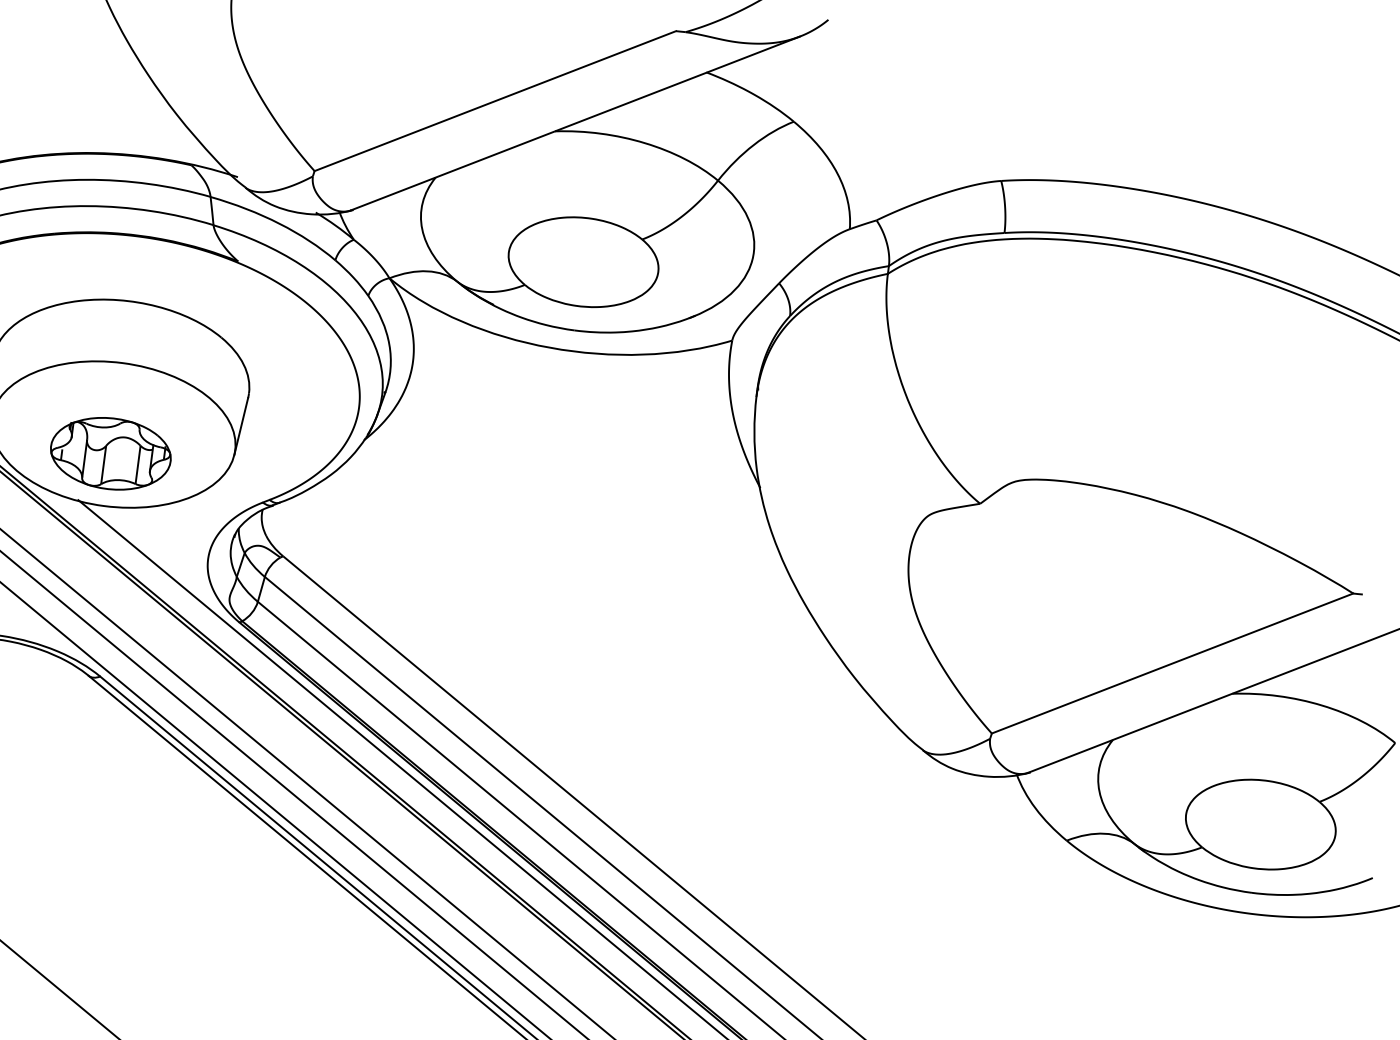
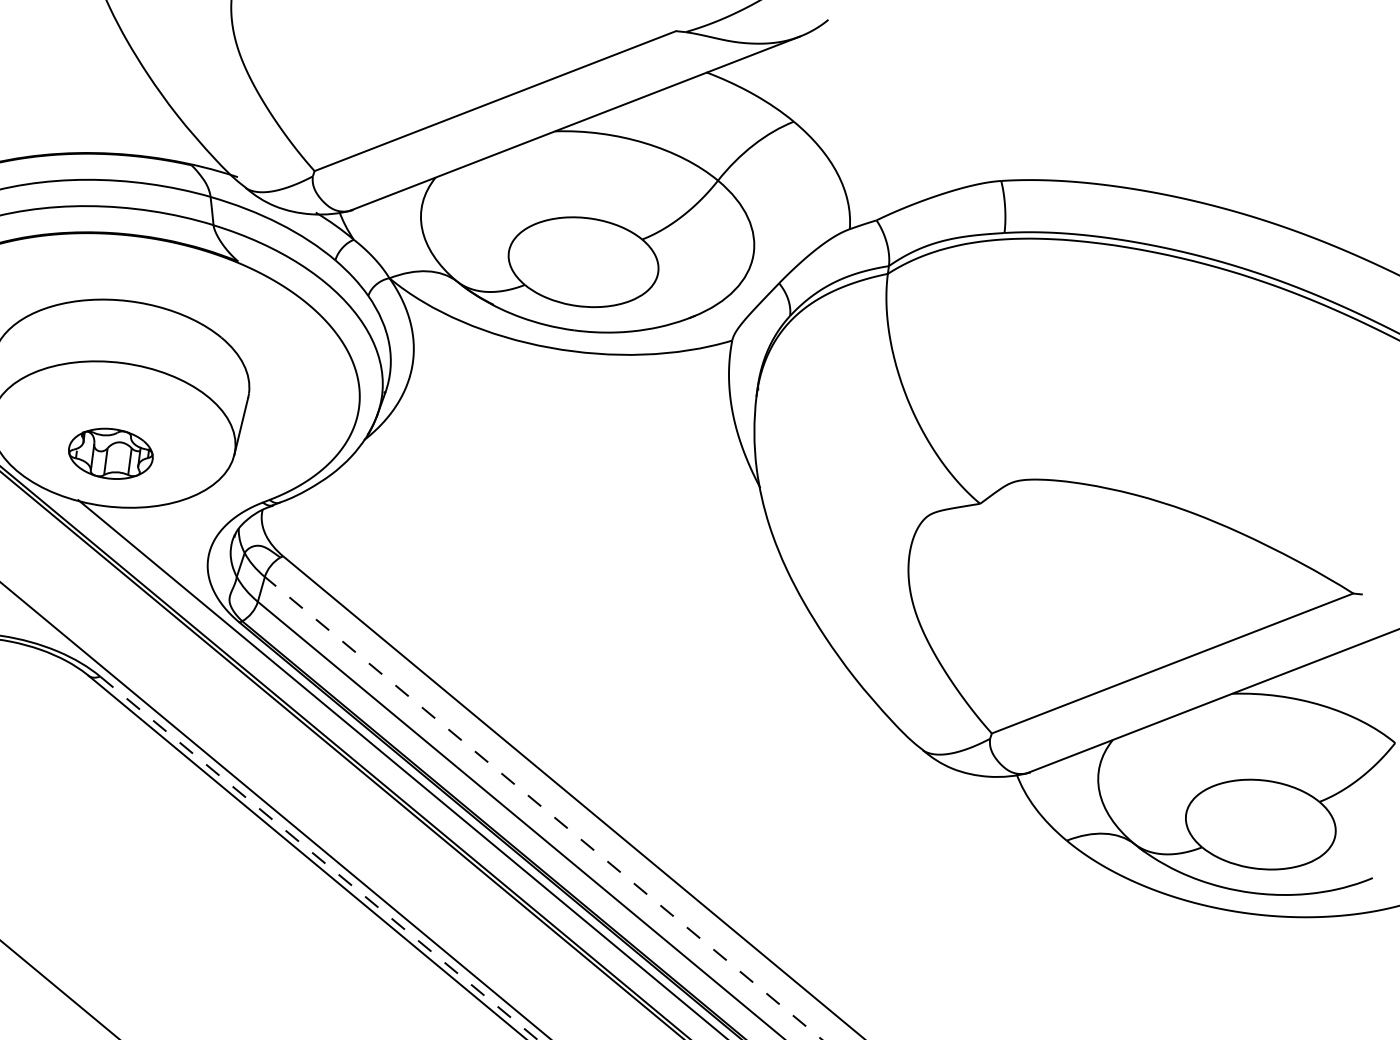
part at (110, 453) size: 122x74 px -> 86x53 px
line at (306, 783): present -> none
line at (293, 794): present -> none
line at (543, 808): solid -> dashed
line at (319, 858): solid -> dashed
